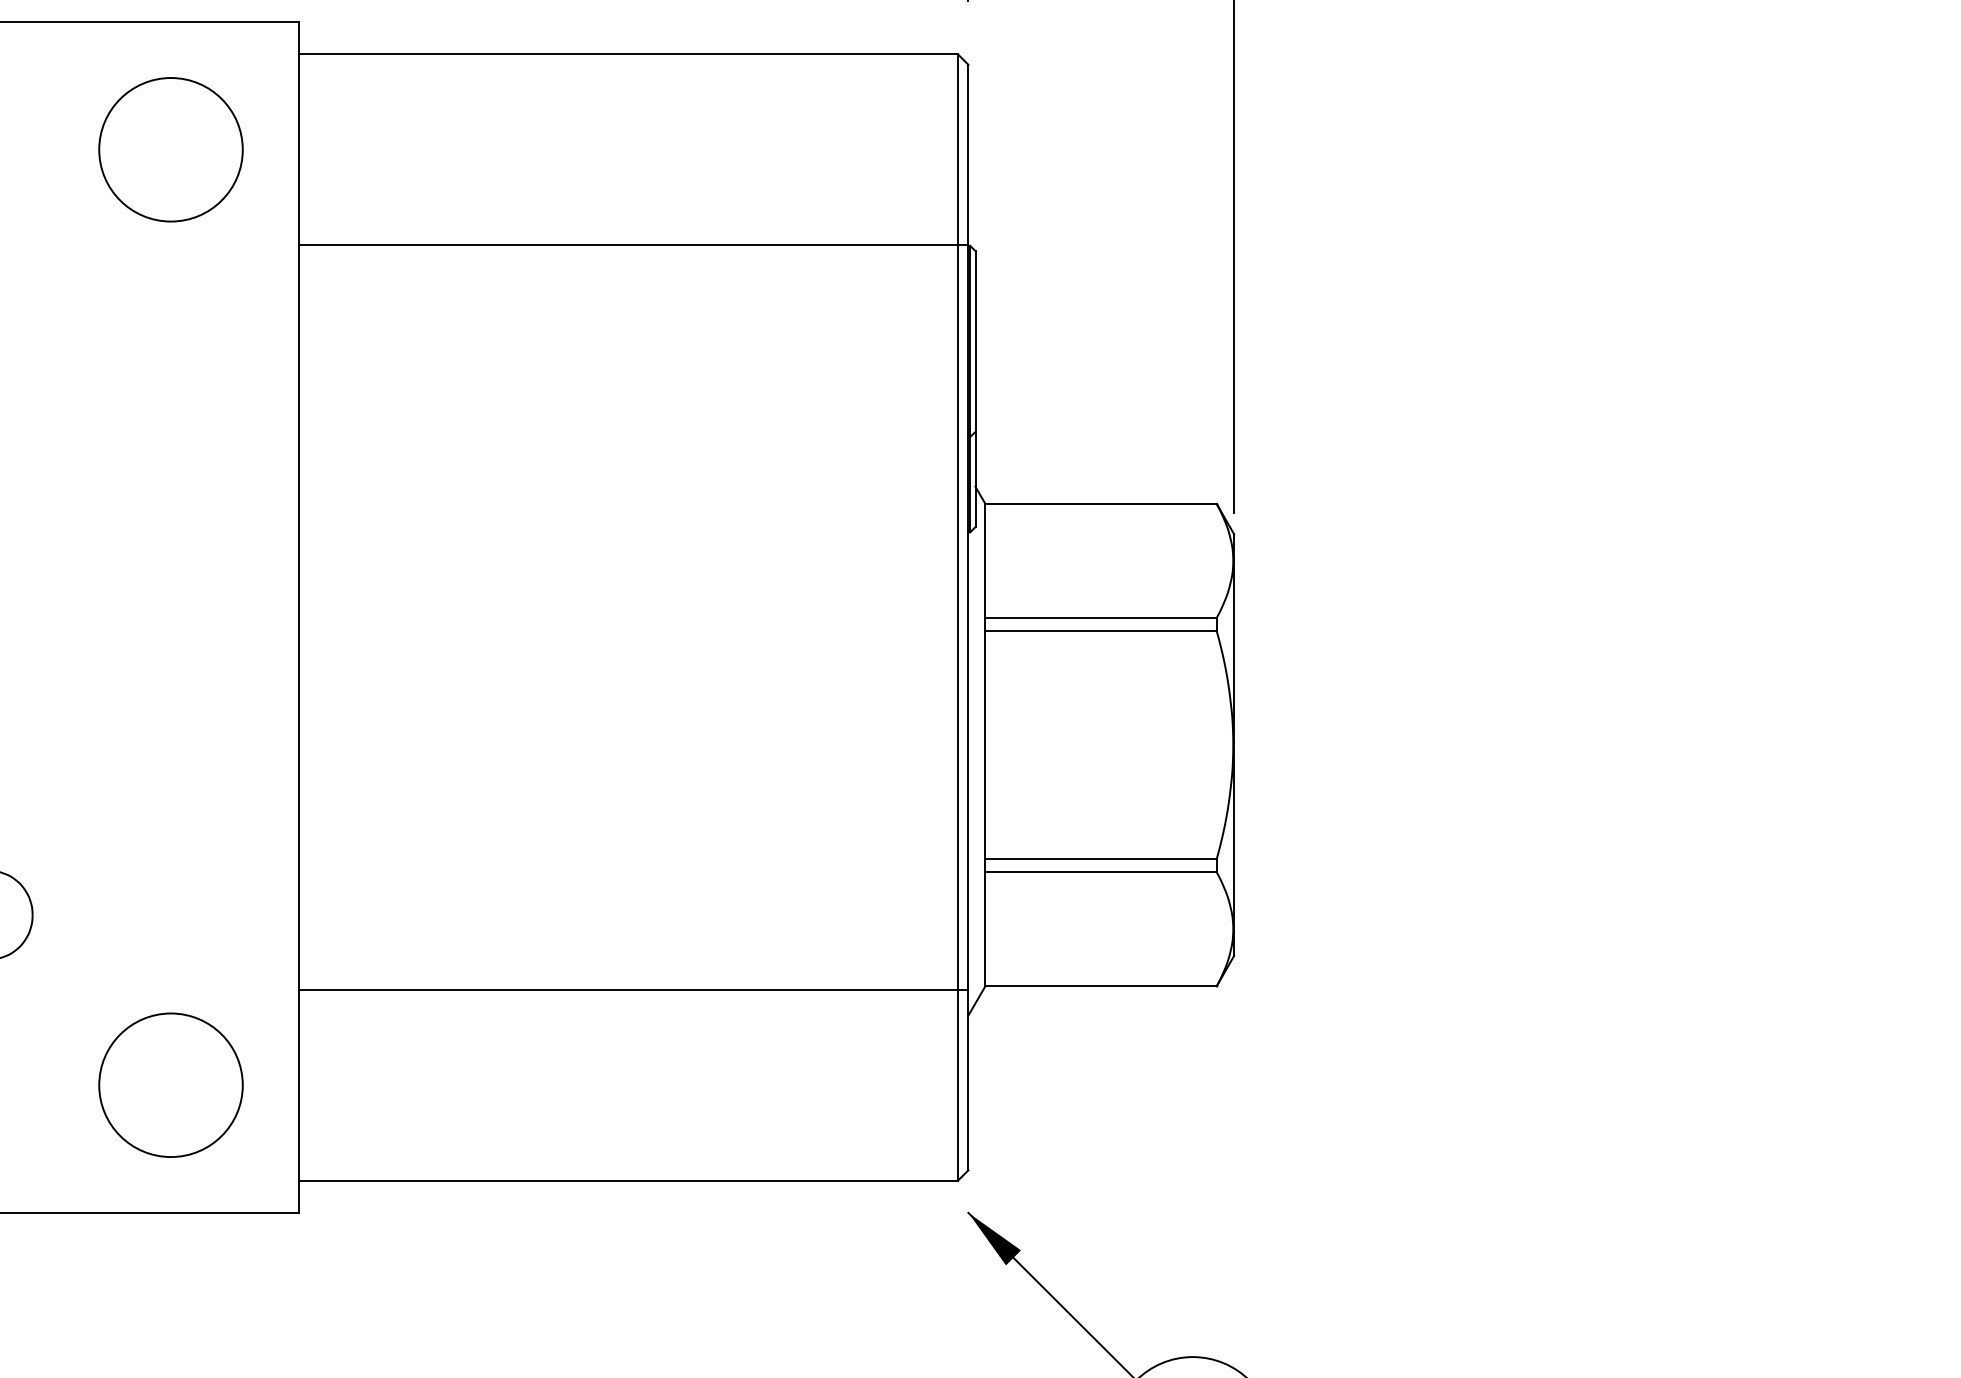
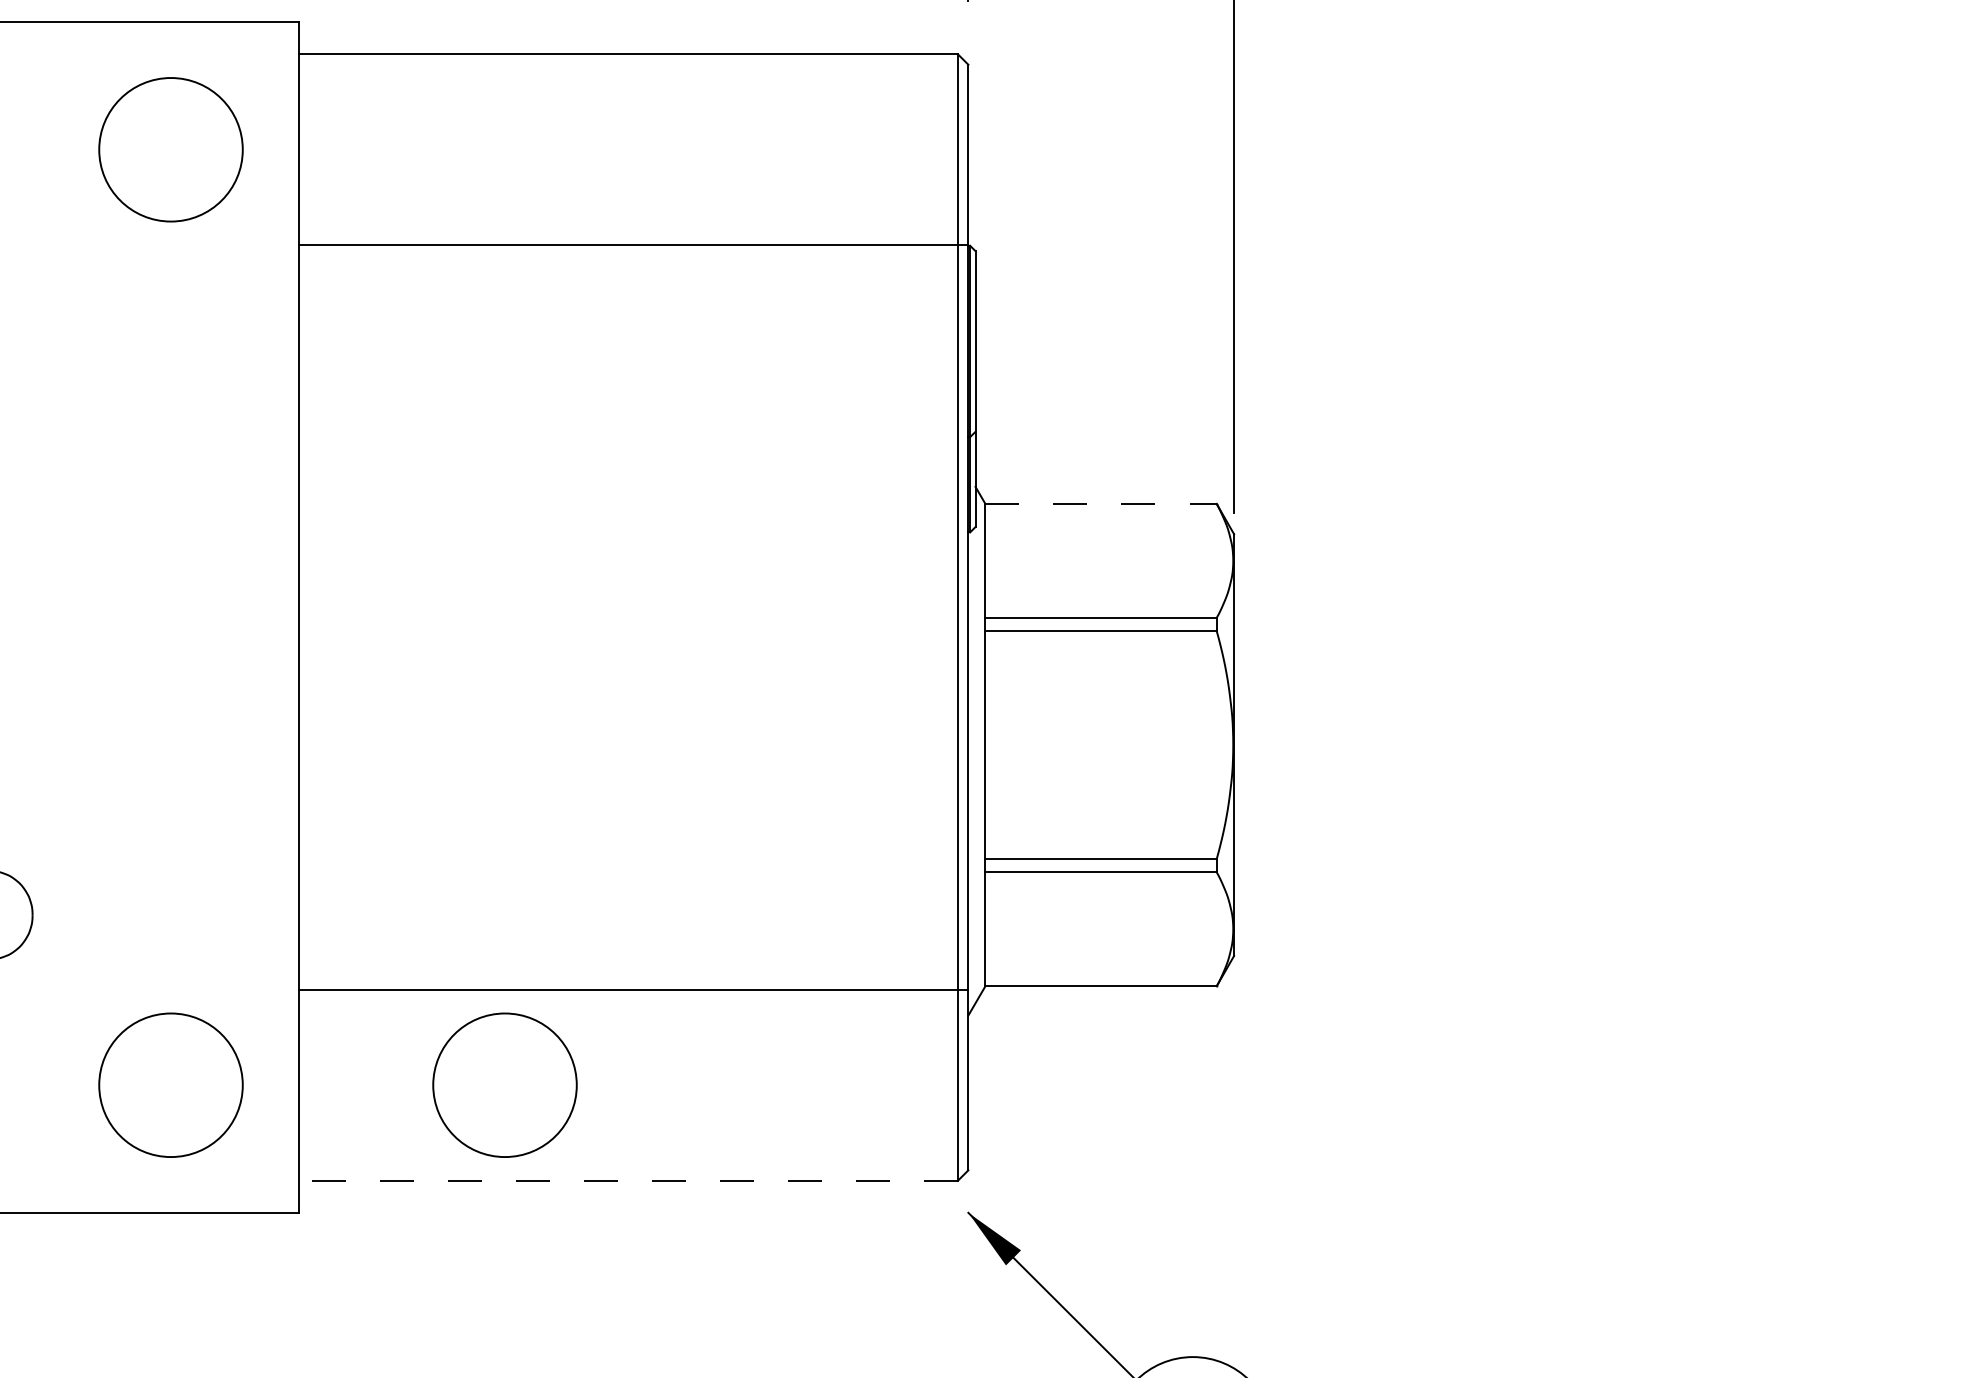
line at (1101, 503): solid -> dashed
circle at (504, 1084): none -> present
line at (628, 1180): solid -> dashed
